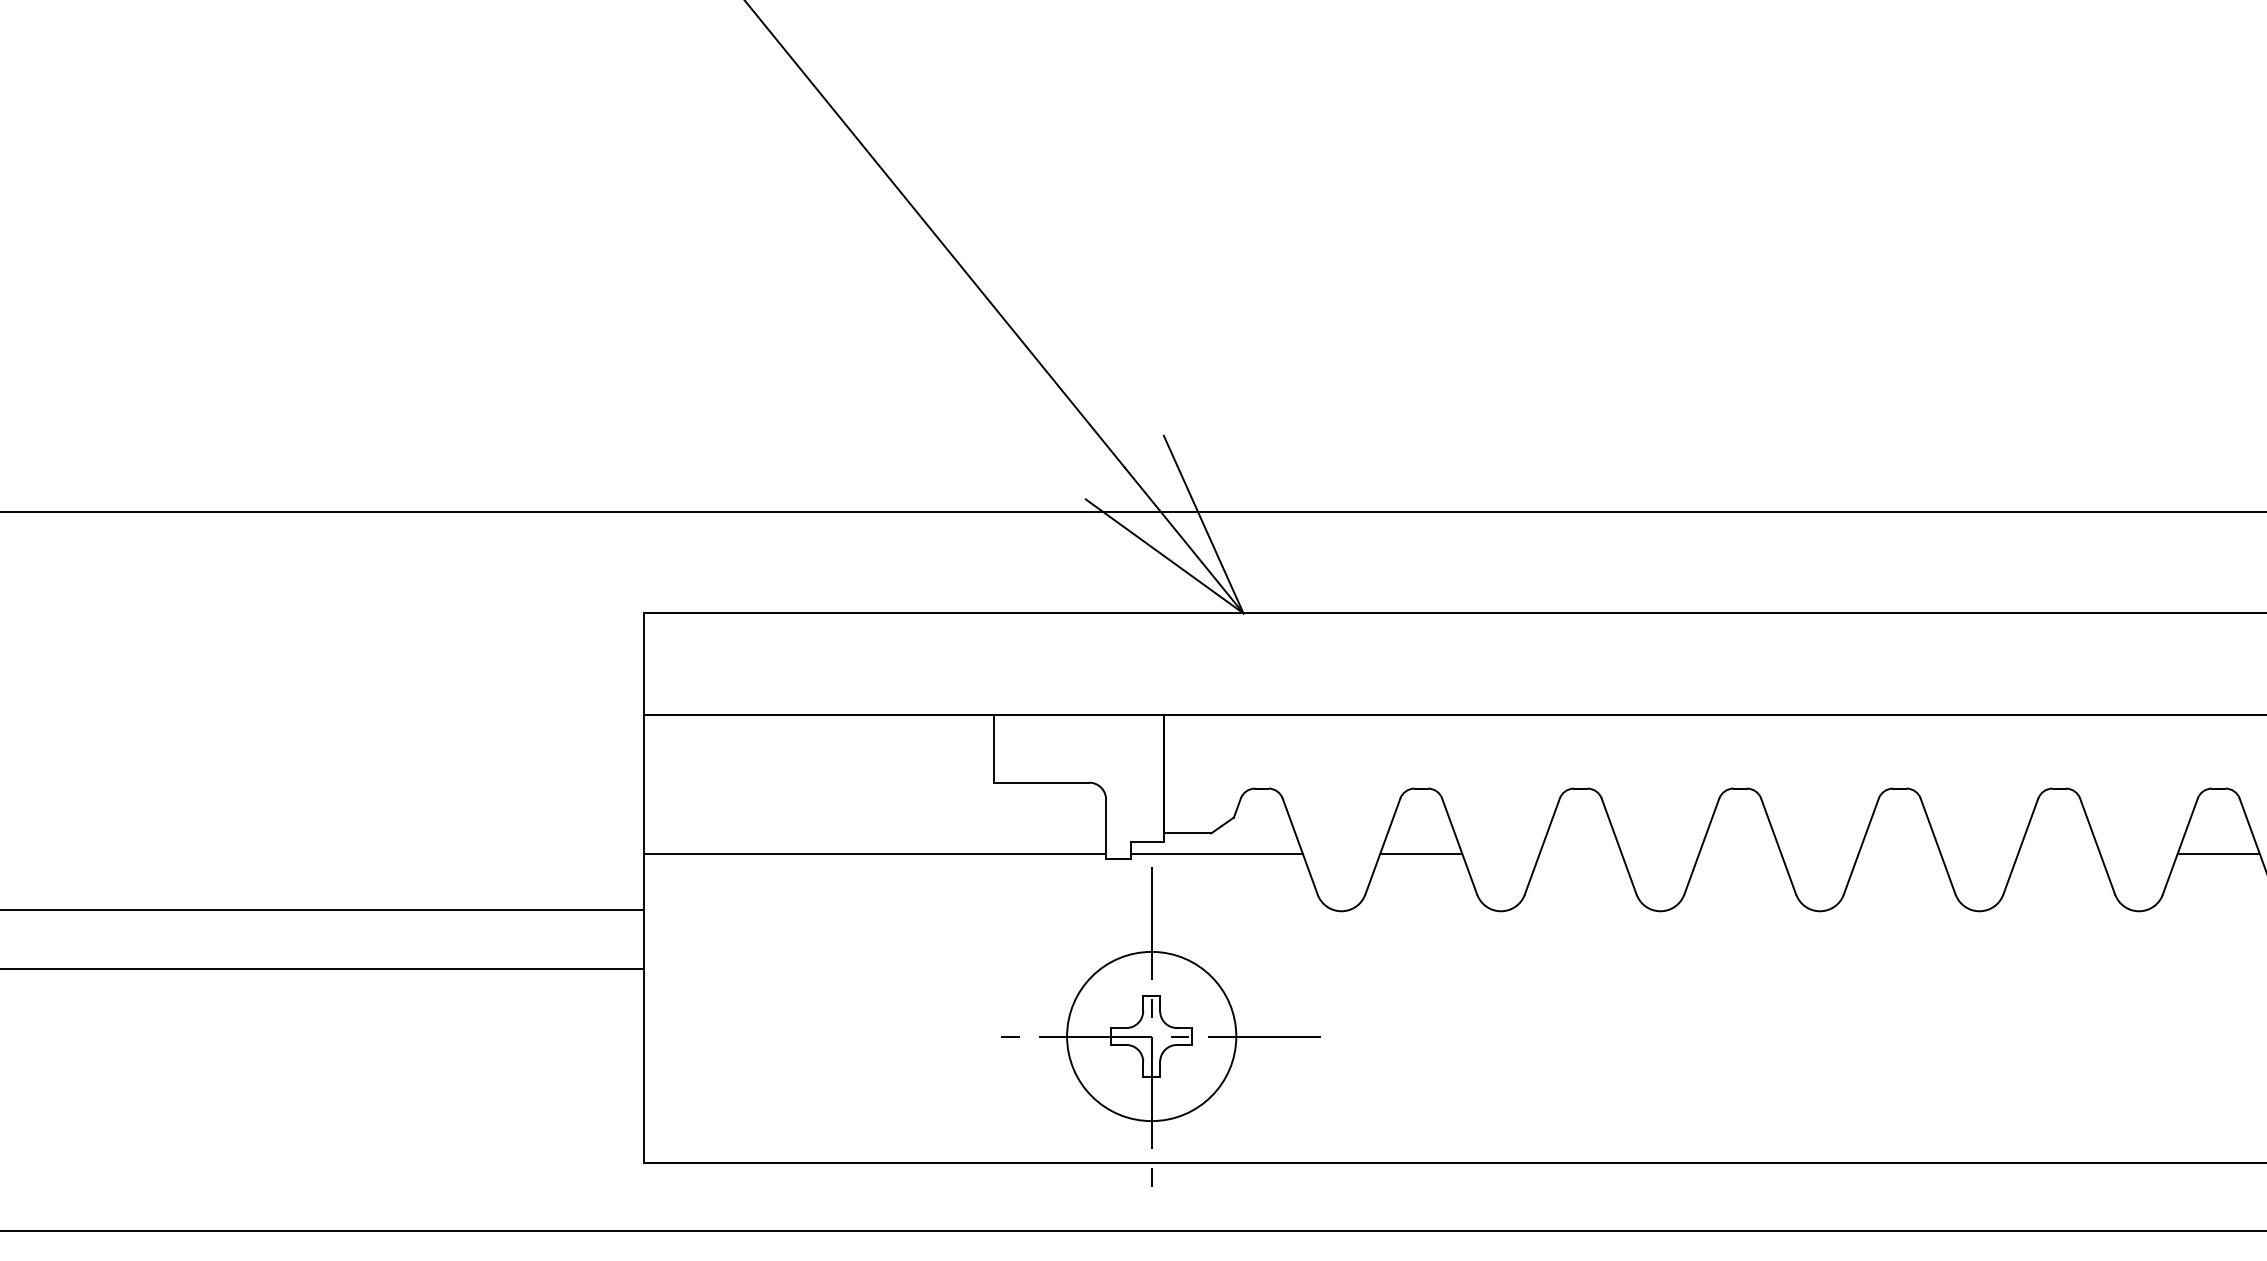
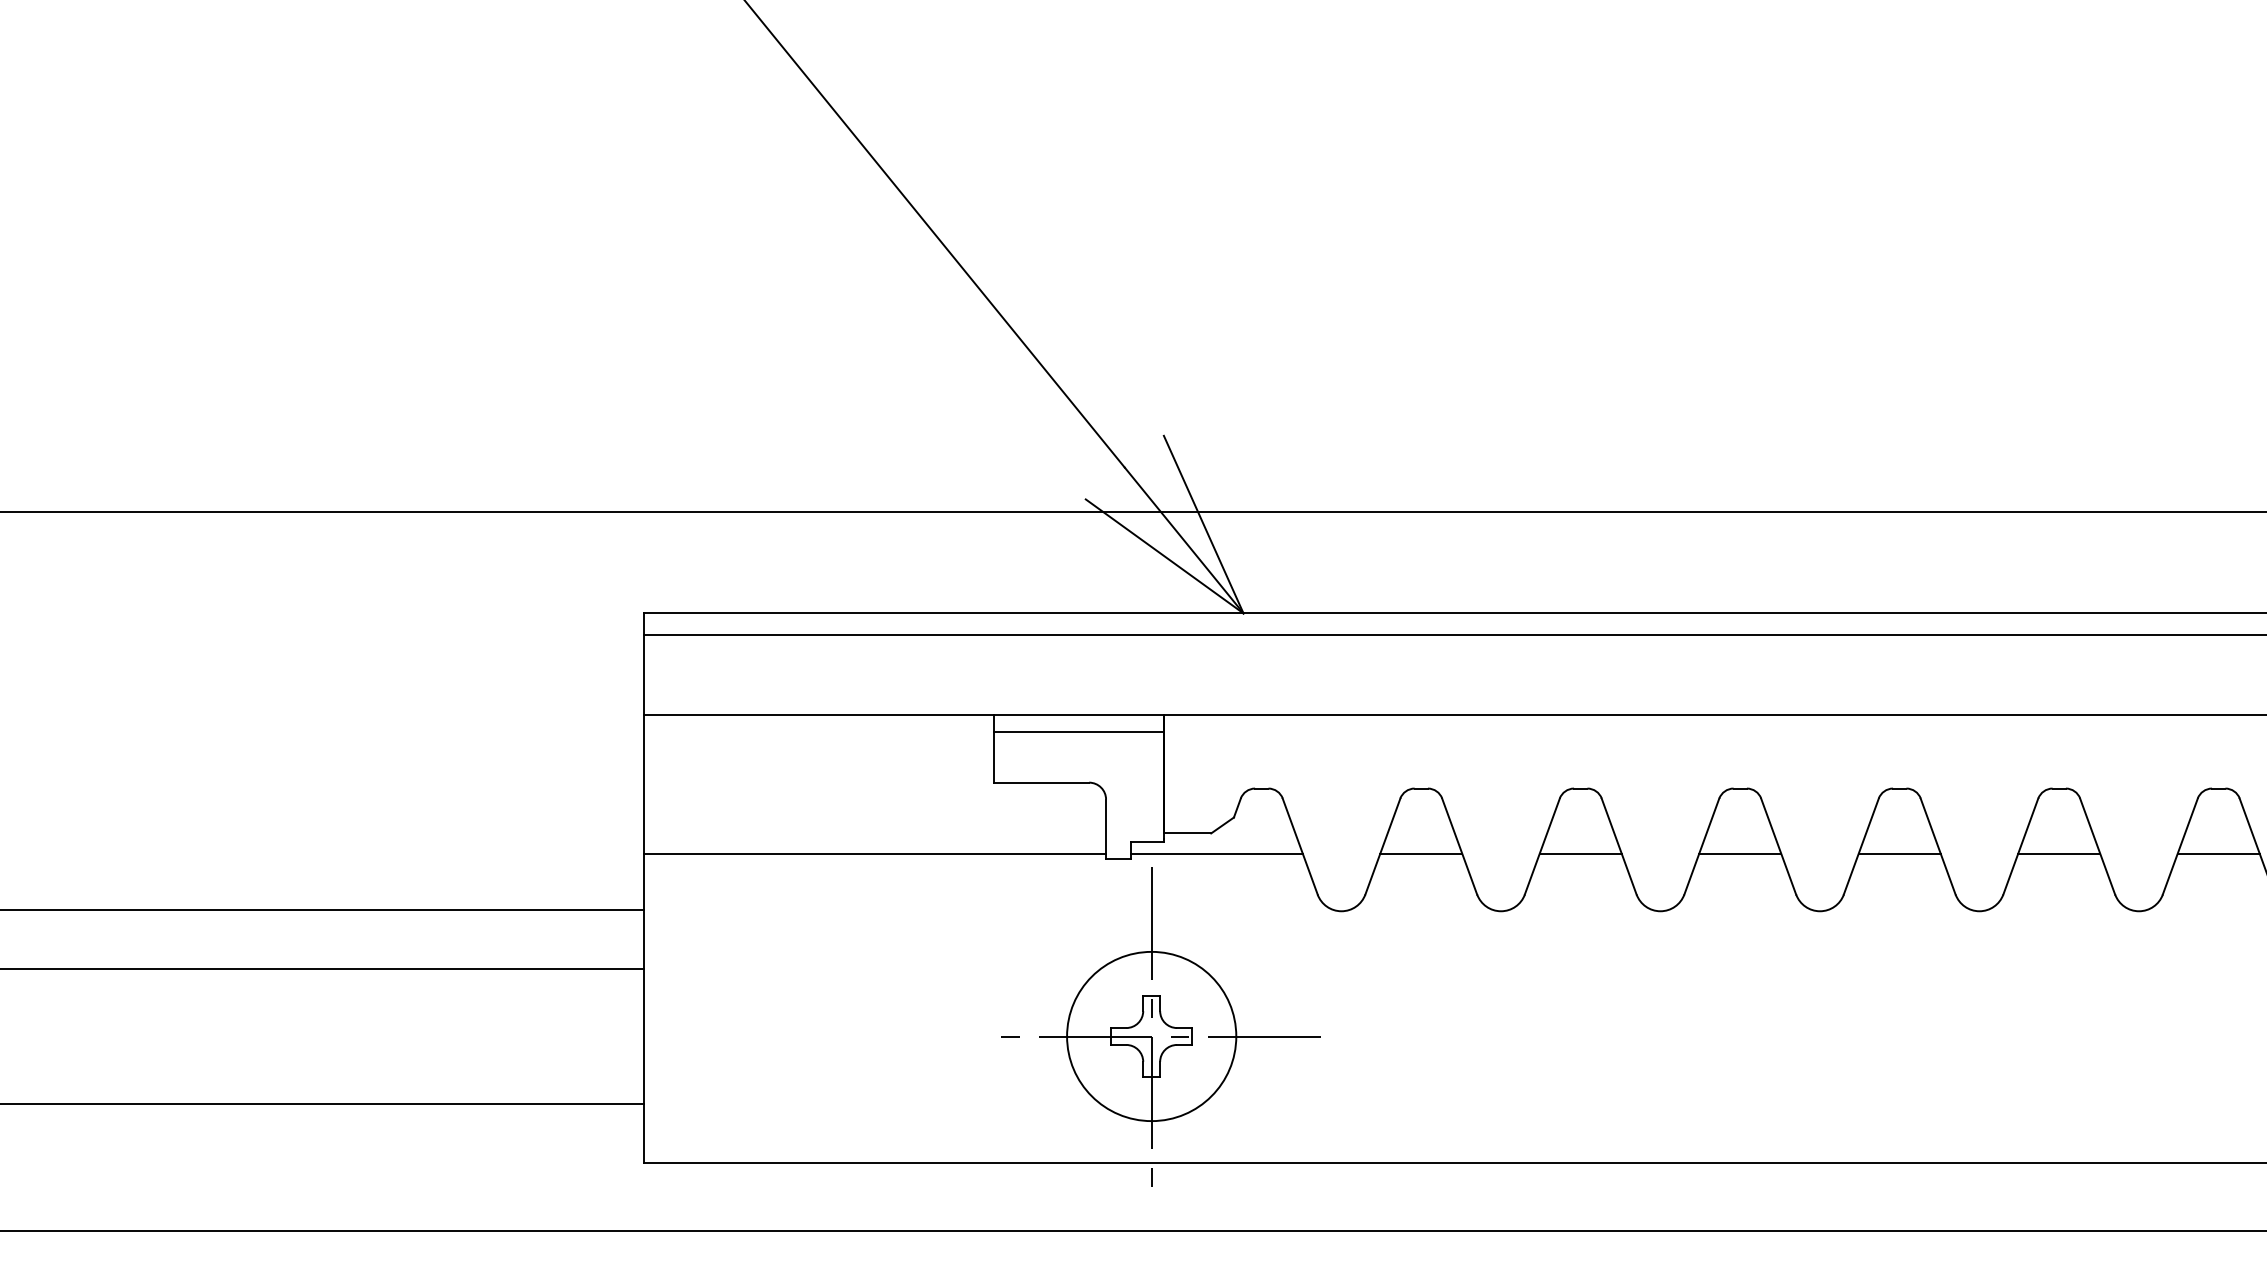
line at (1453, 635): none -> present
line at (1078, 731): none -> present
line at (1580, 853): none -> present
line at (1740, 853): none -> present
line at (1899, 853): none -> present
line at (2059, 853): none -> present
line at (323, 1104): none -> present
